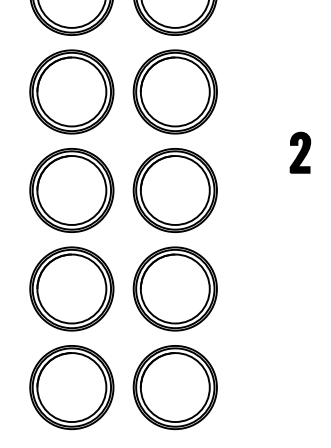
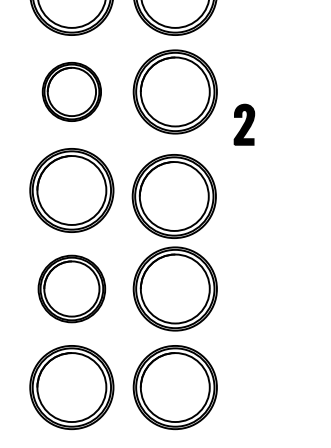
part at (71, 91) size: 86x86 px -> 61x60 px
part at (300, 152) position: (300, 152) -> (244, 124)
part at (174, 190) position: (174, 190) -> (173, 196)
part at (71, 288) size: 86x86 px -> 70x70 px
